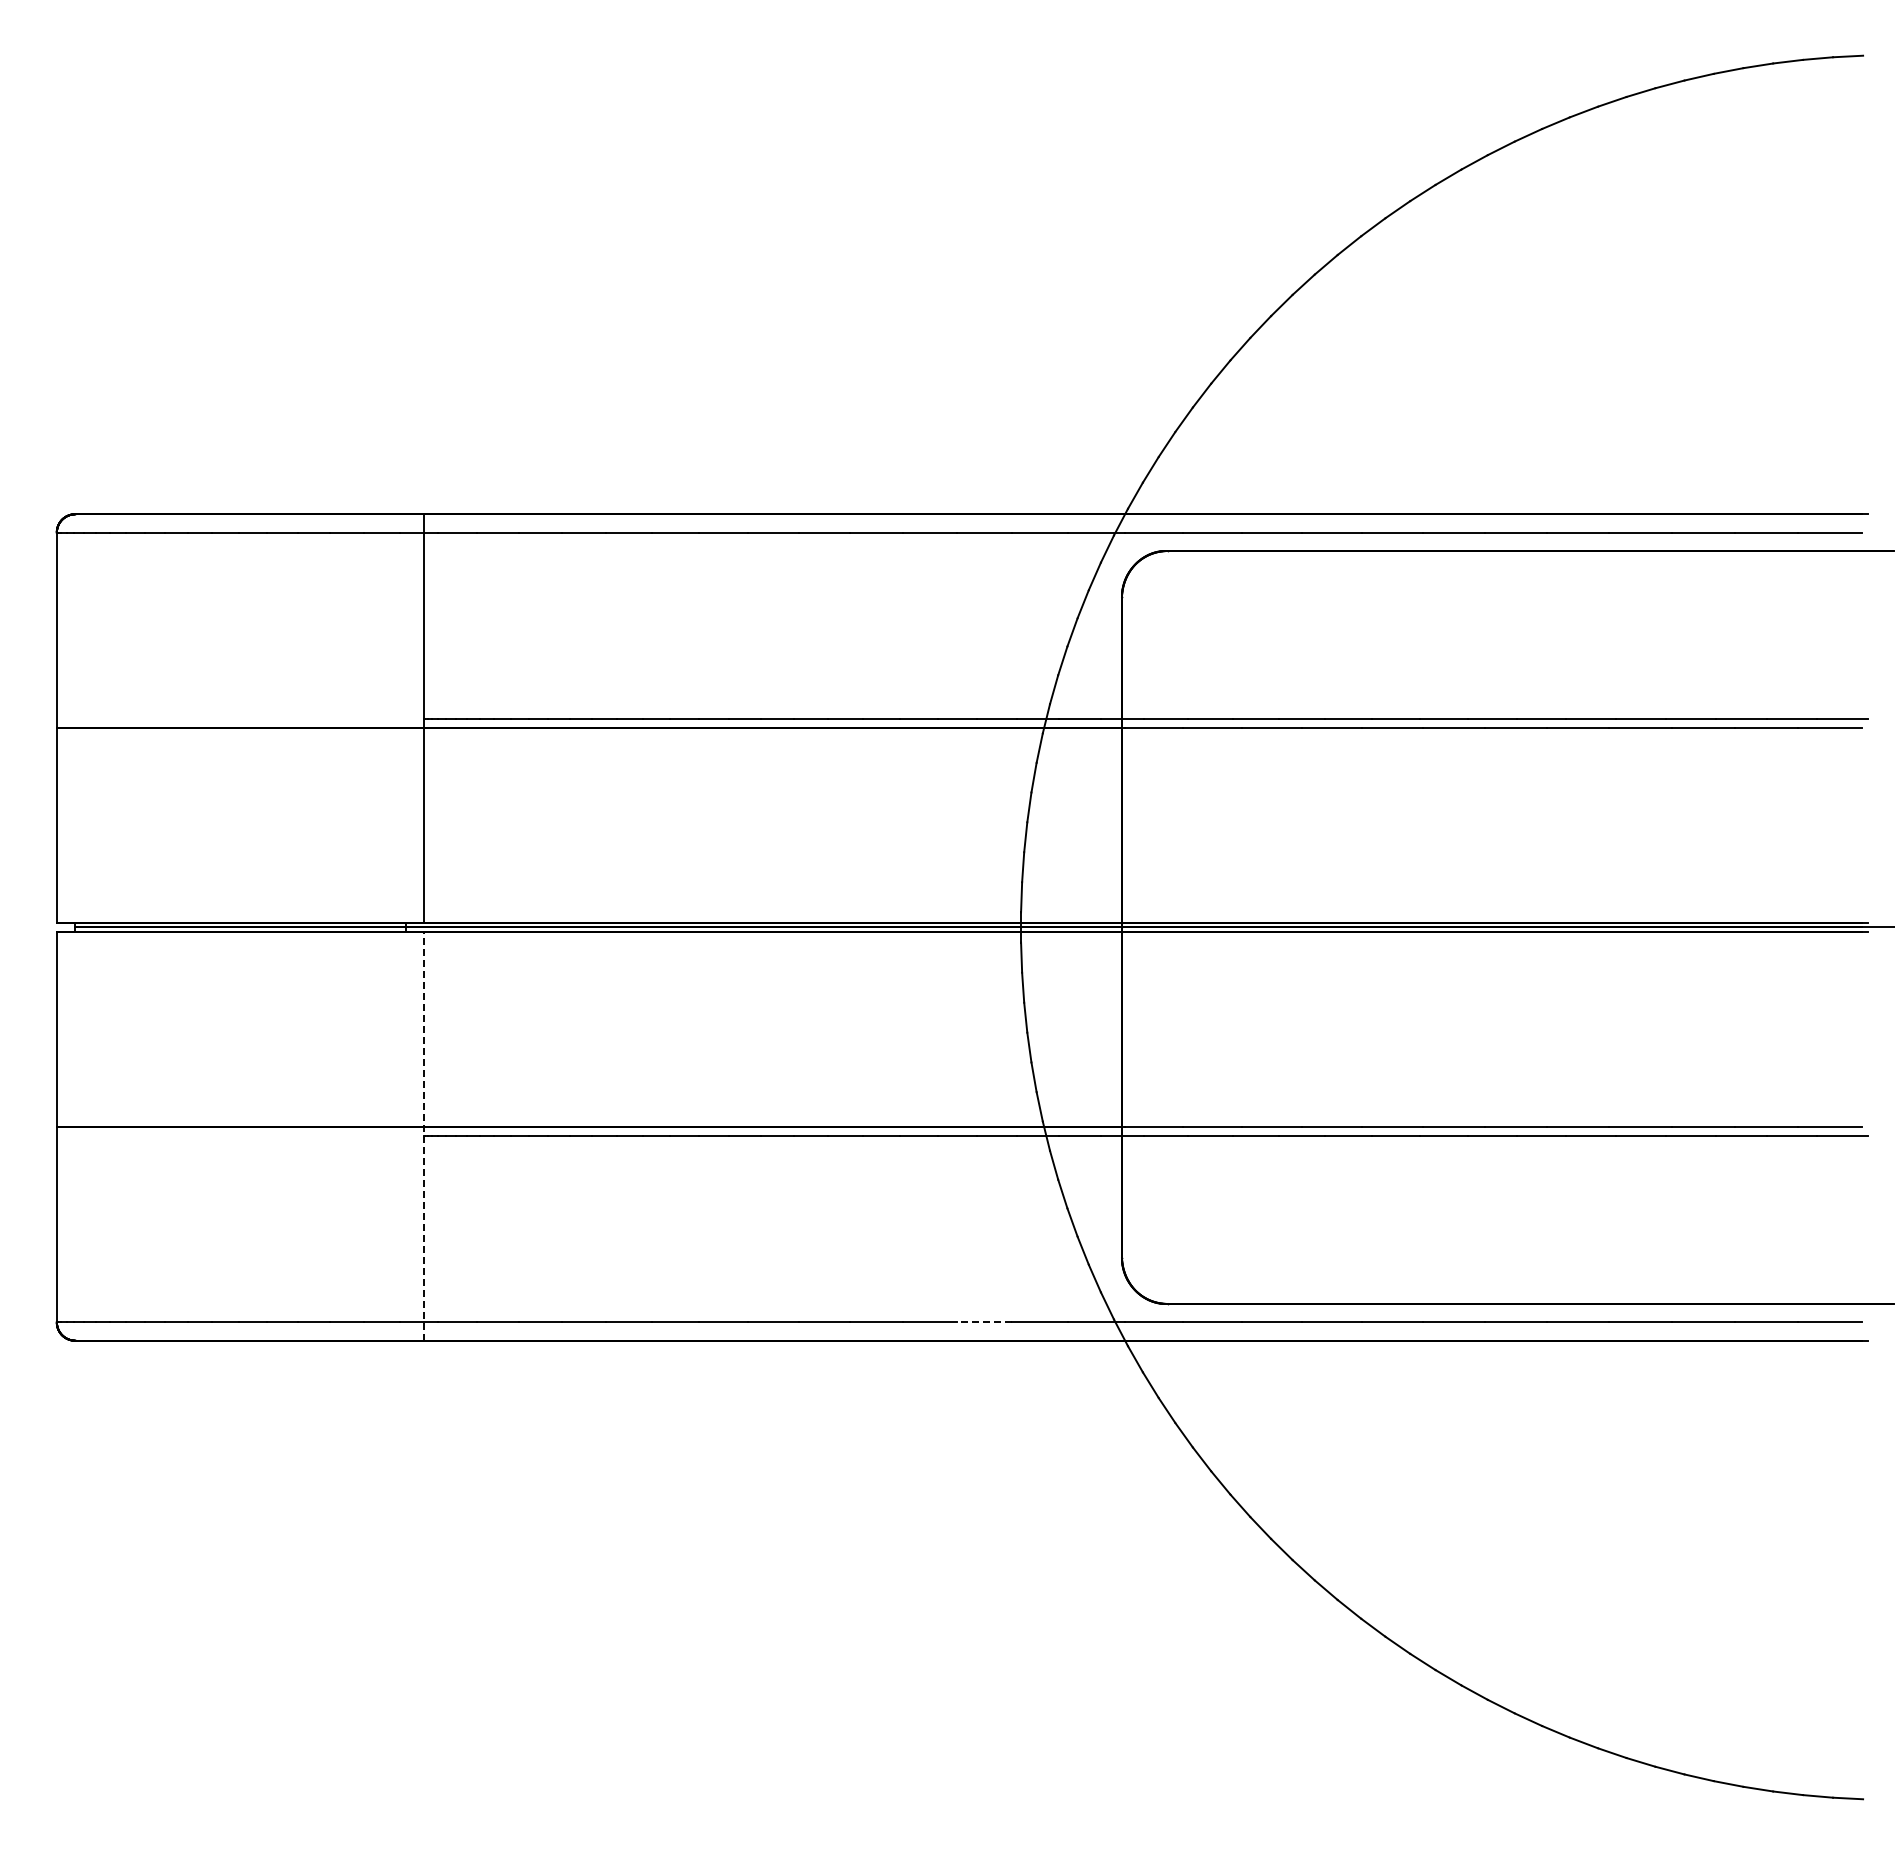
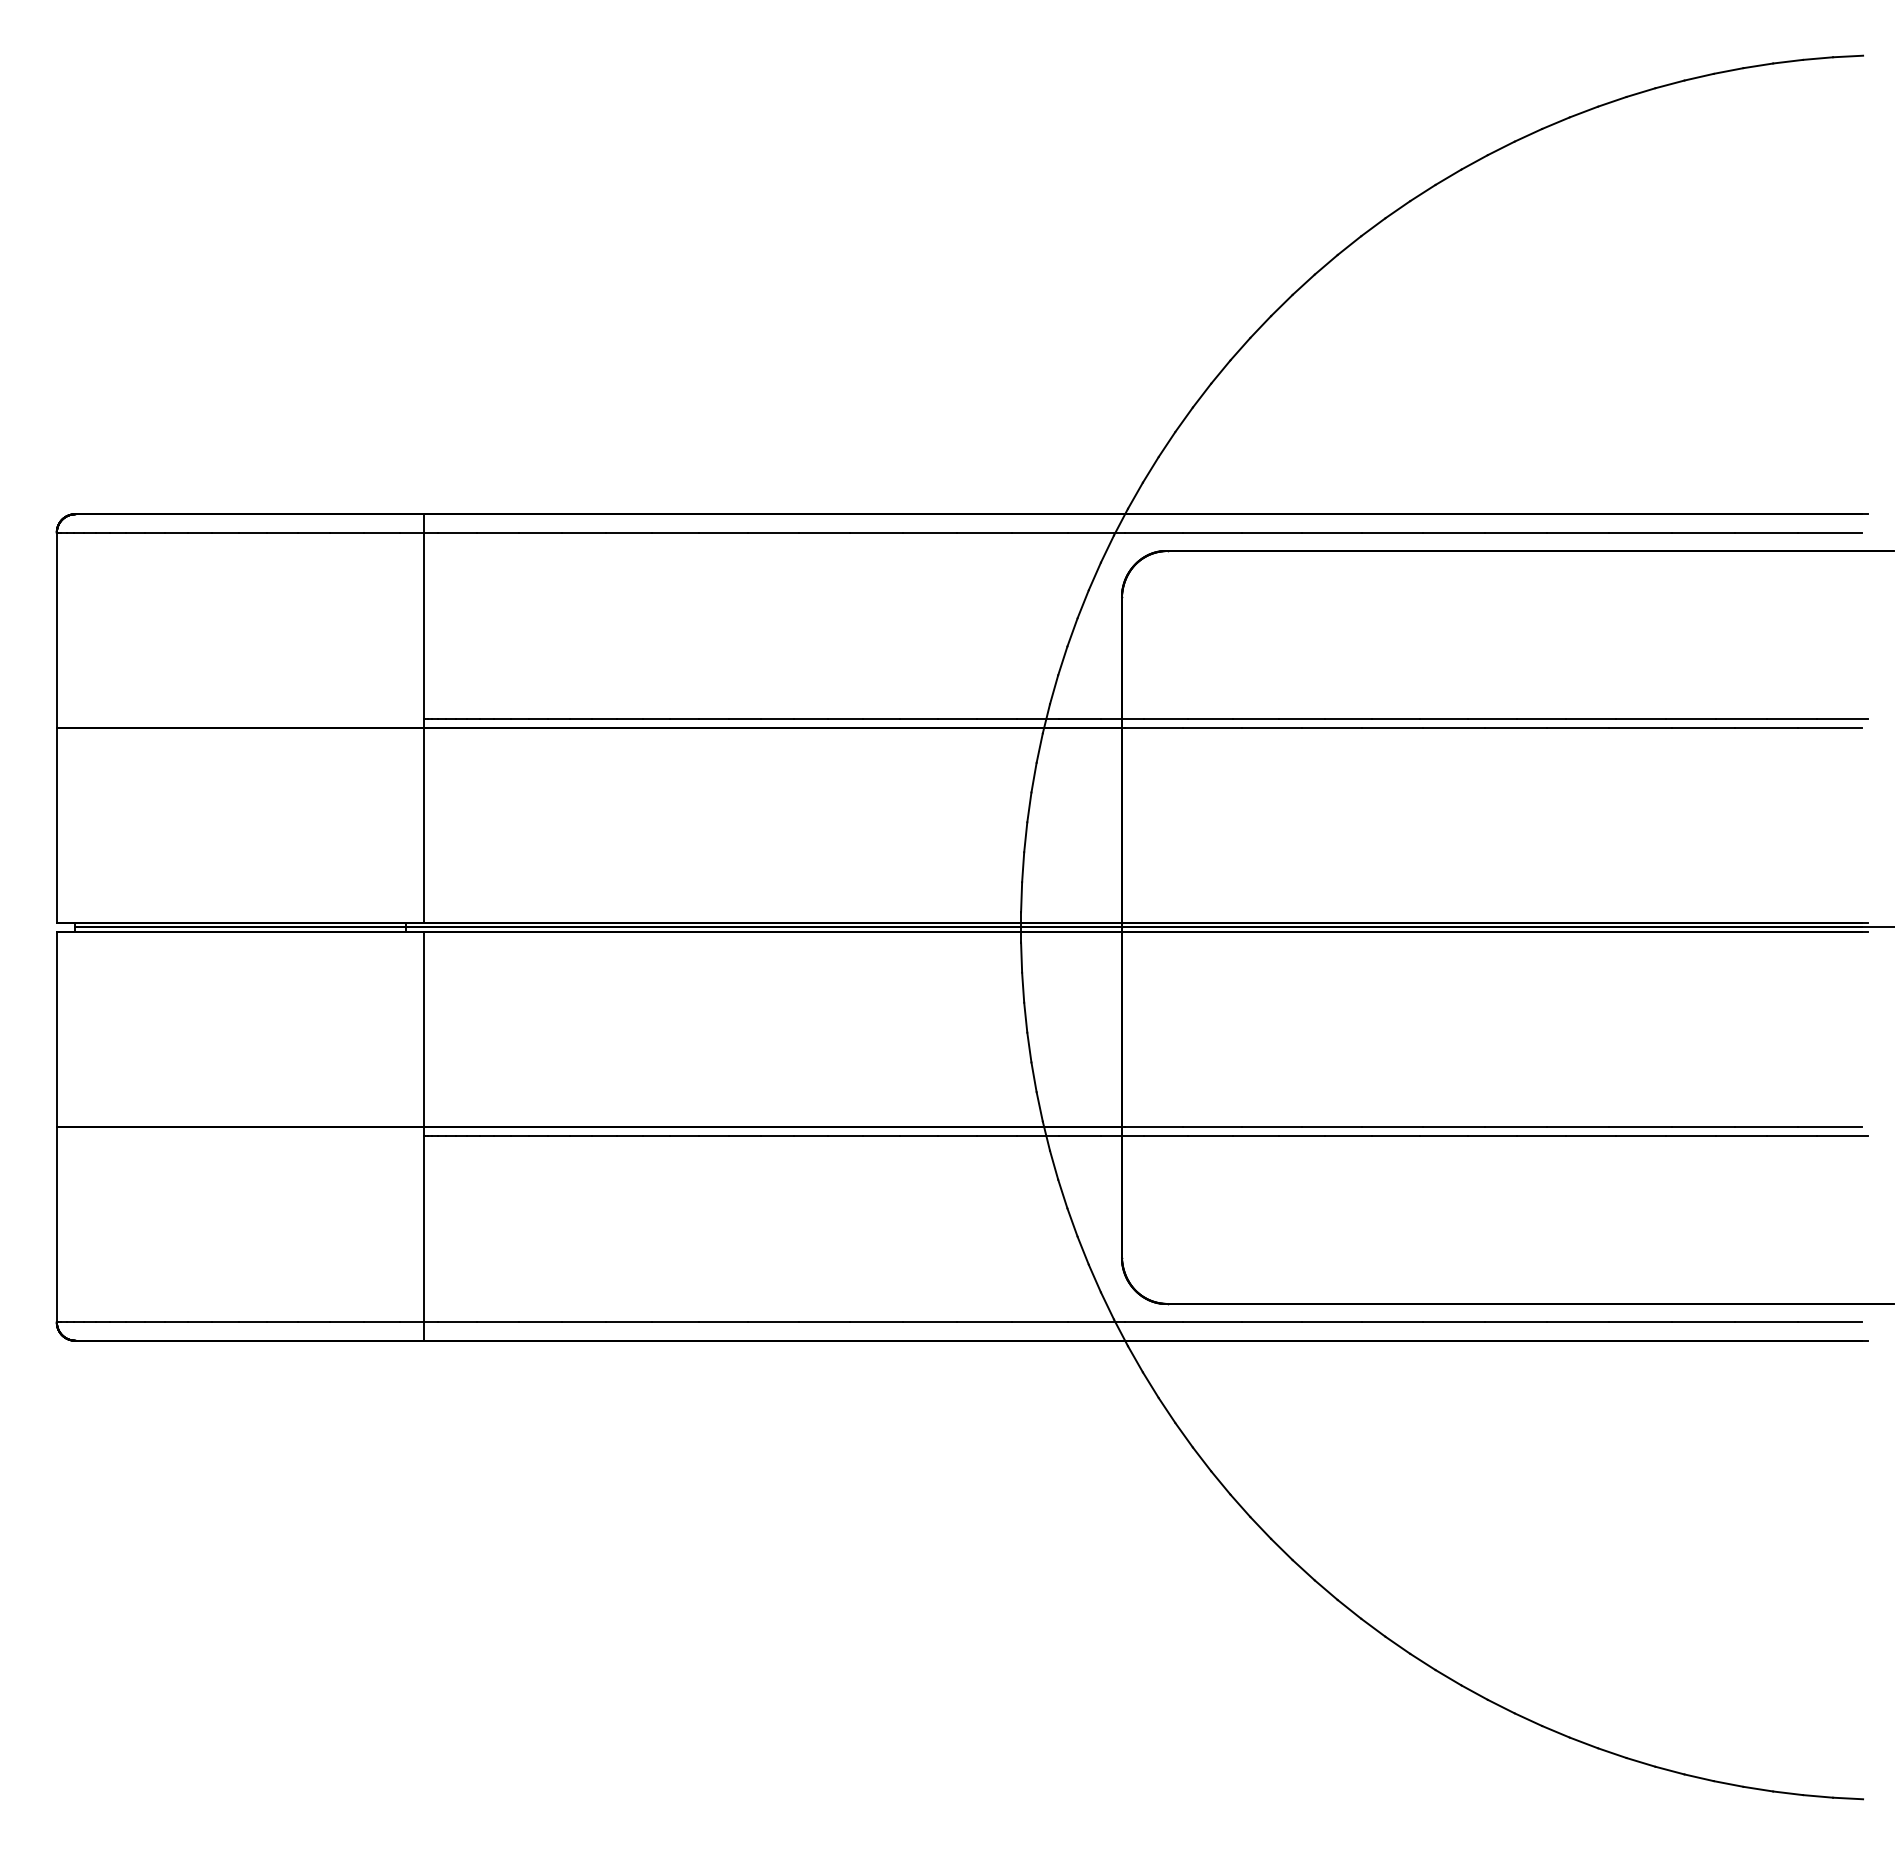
line at (424, 1135): dashed -> solid
line at (984, 1322): dashed -> solid
